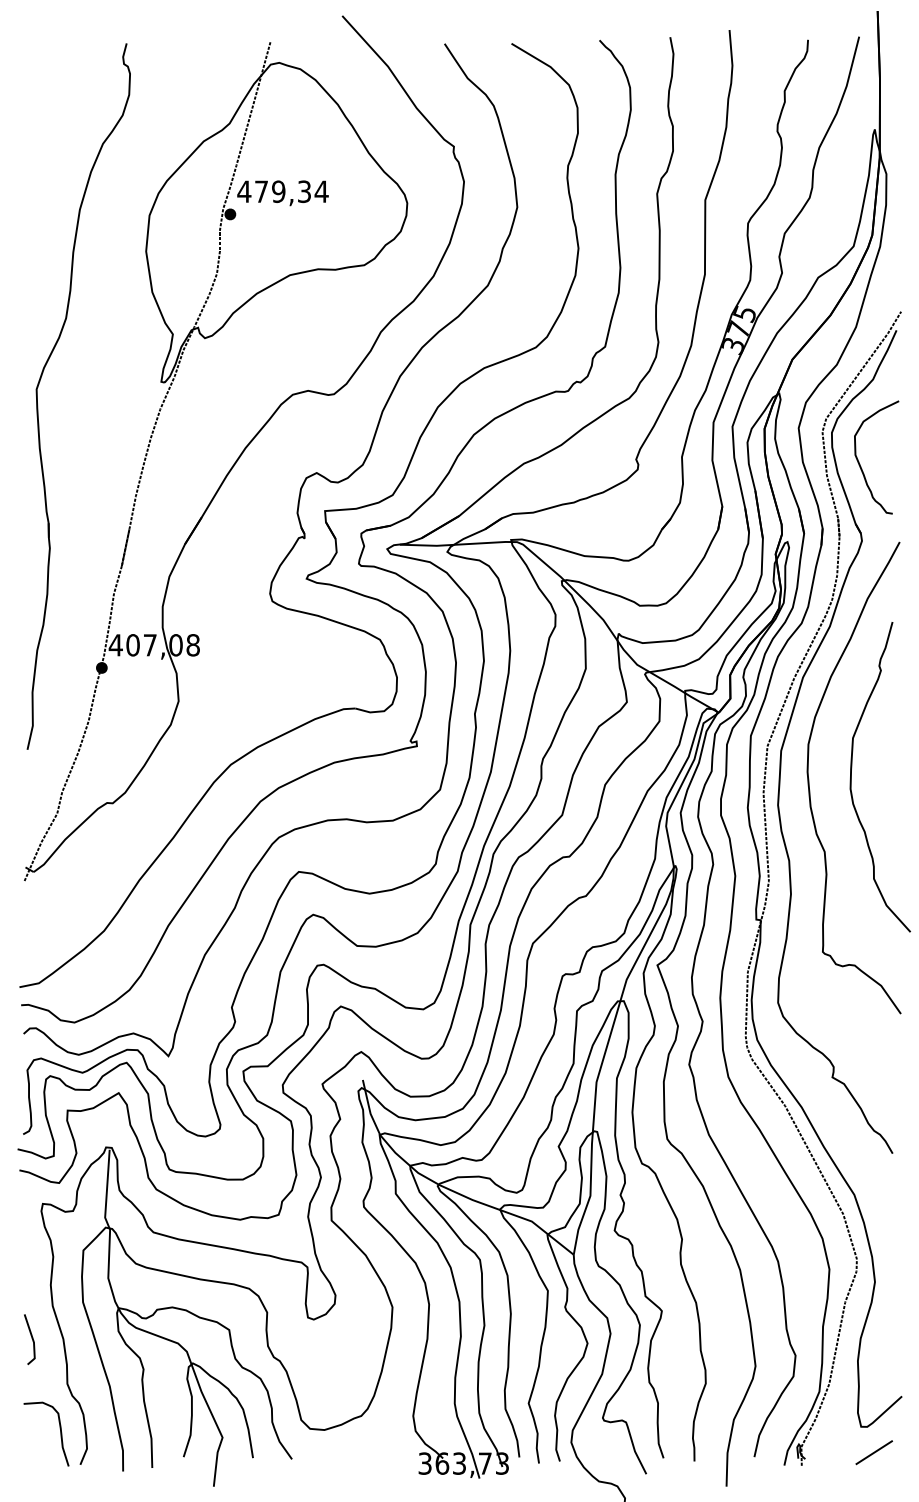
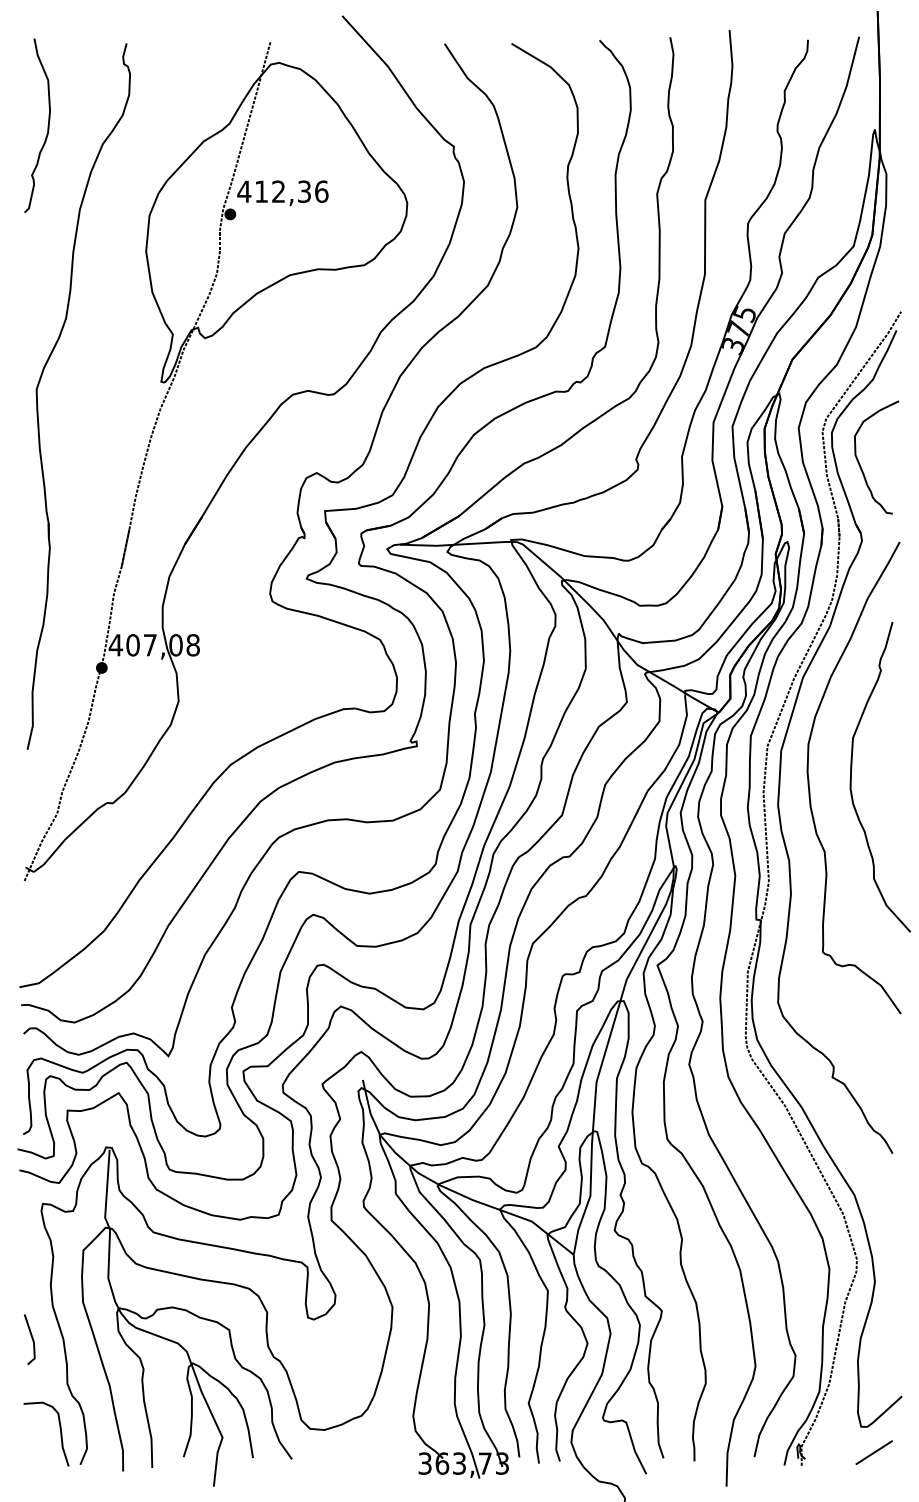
curve at (47, 125): none -> present
text at (291, 191): 479,34 -> 412,36
